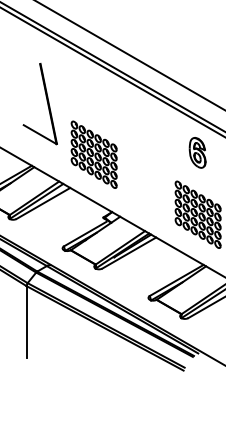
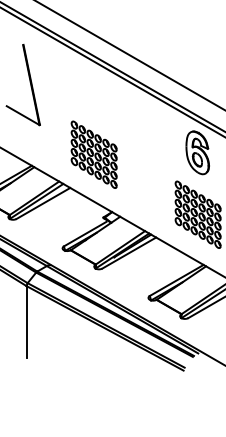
part at (46, 101) position: (46, 101) -> (29, 82)
part at (197, 152) size: 19x32 px -> 25x46 px
